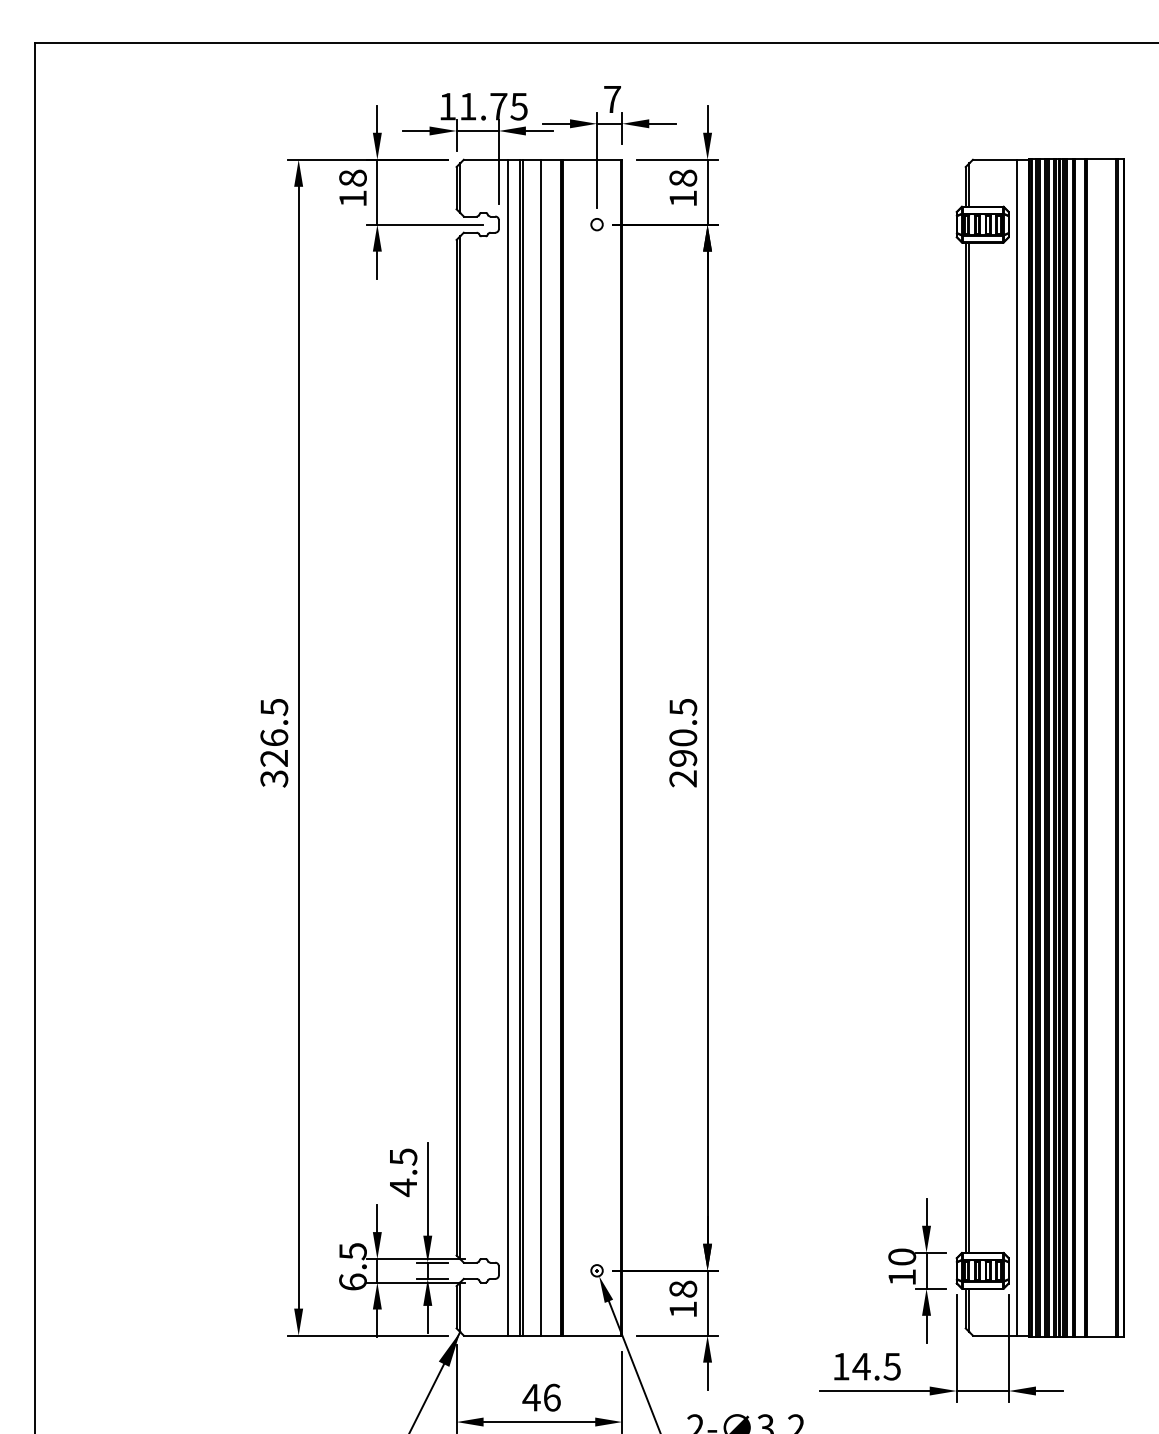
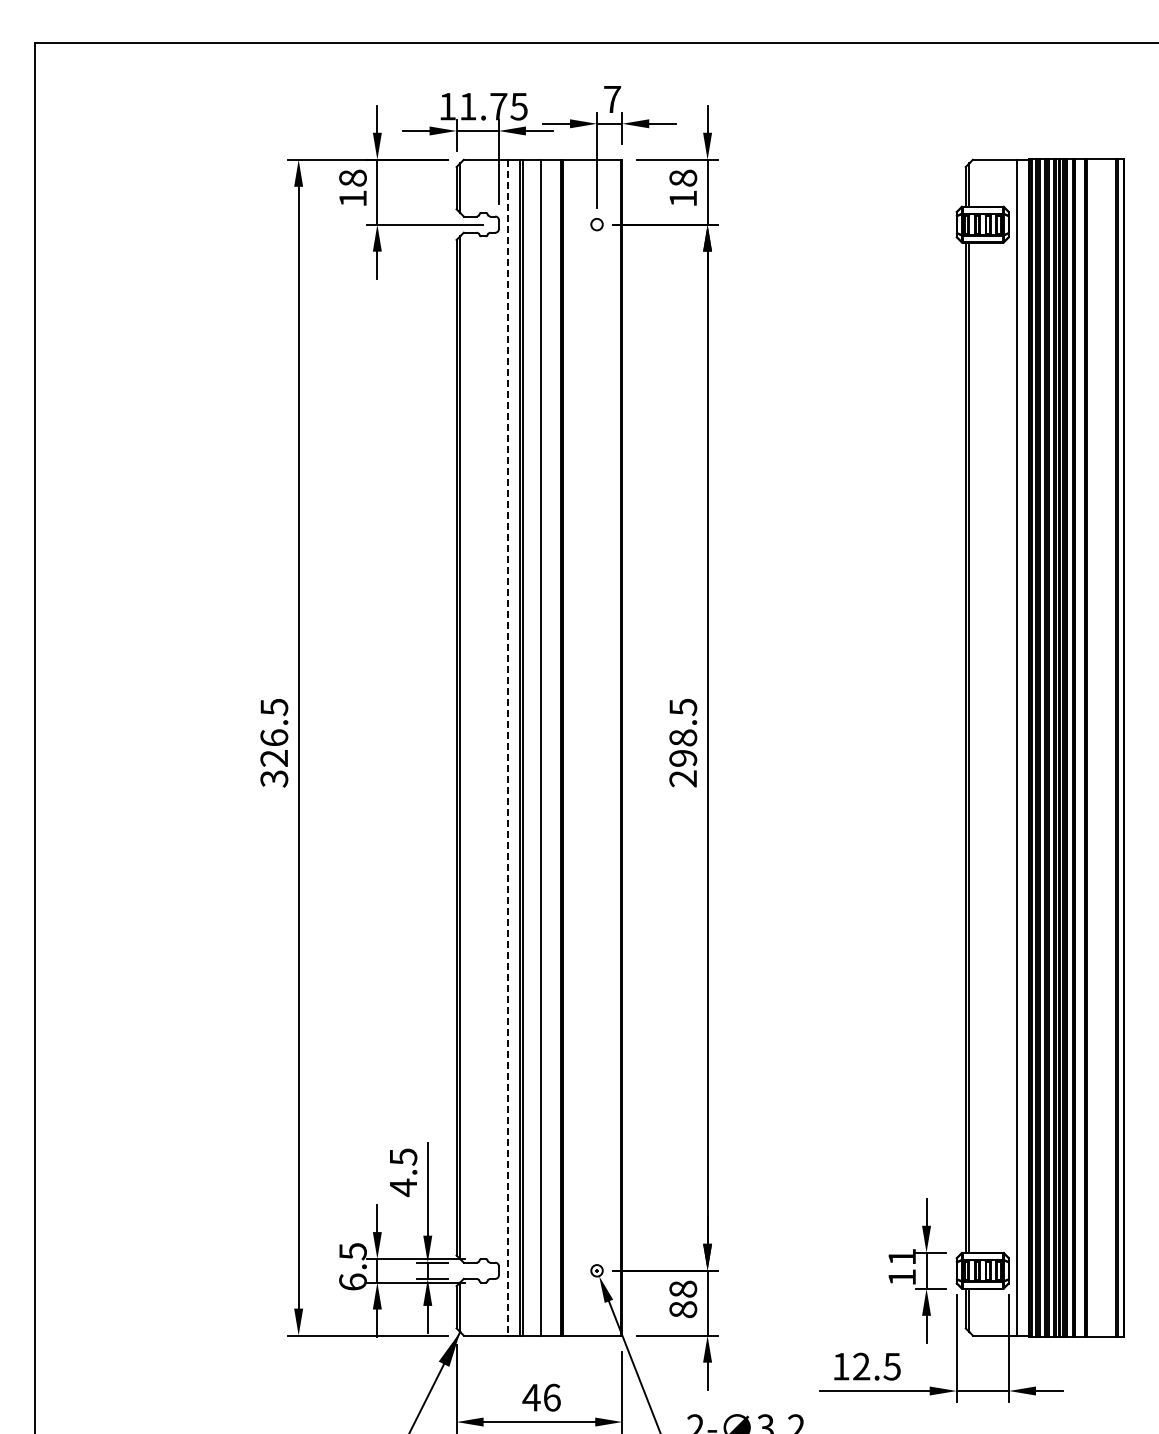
text at (682, 737): 290.5 -> 298.5
line at (508, 747): solid -> dashed
text at (902, 1256): 10 -> 11
text at (683, 1309): 18 -> 88
text at (861, 1366): 14.5 -> 12.5
